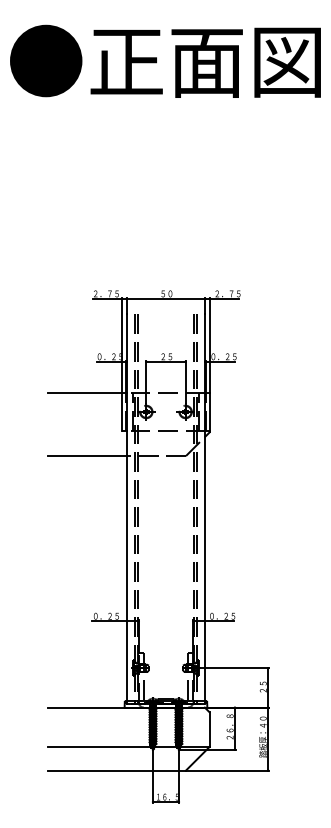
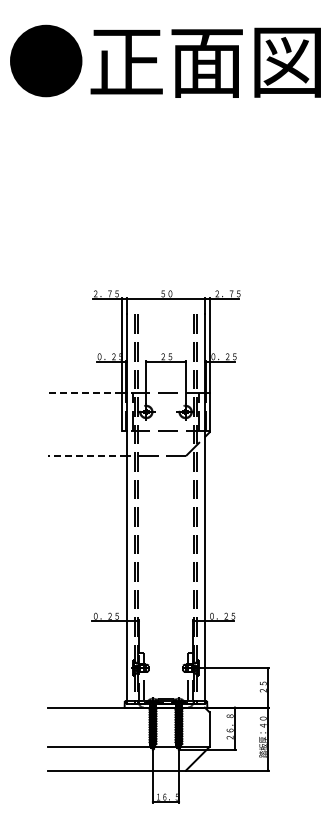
line at (84, 393): solid -> dashed
line at (86, 456): solid -> dashed
